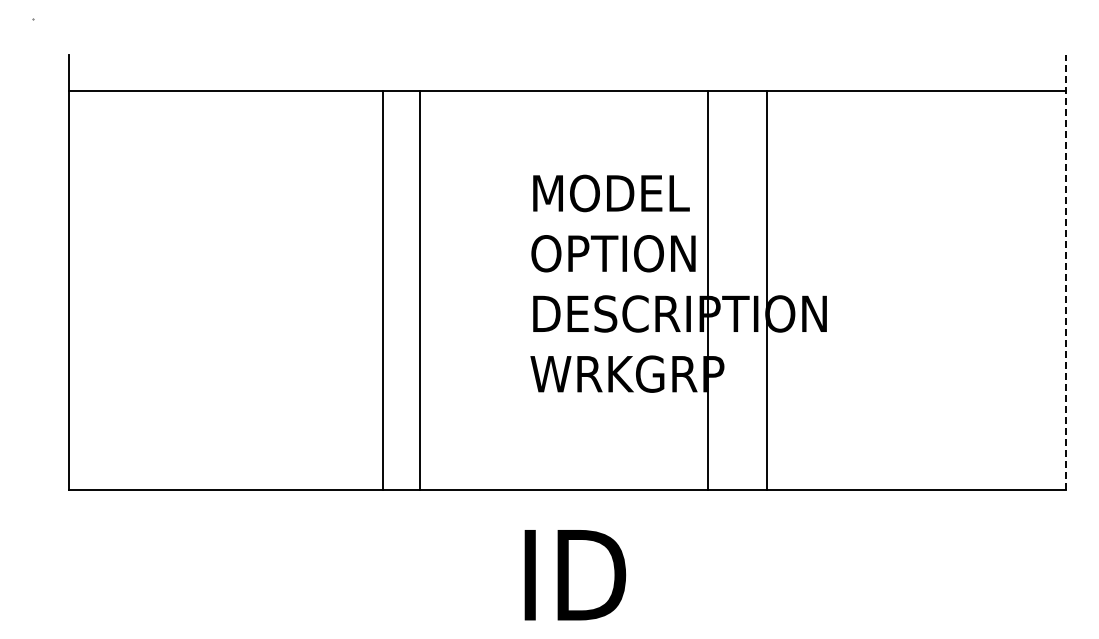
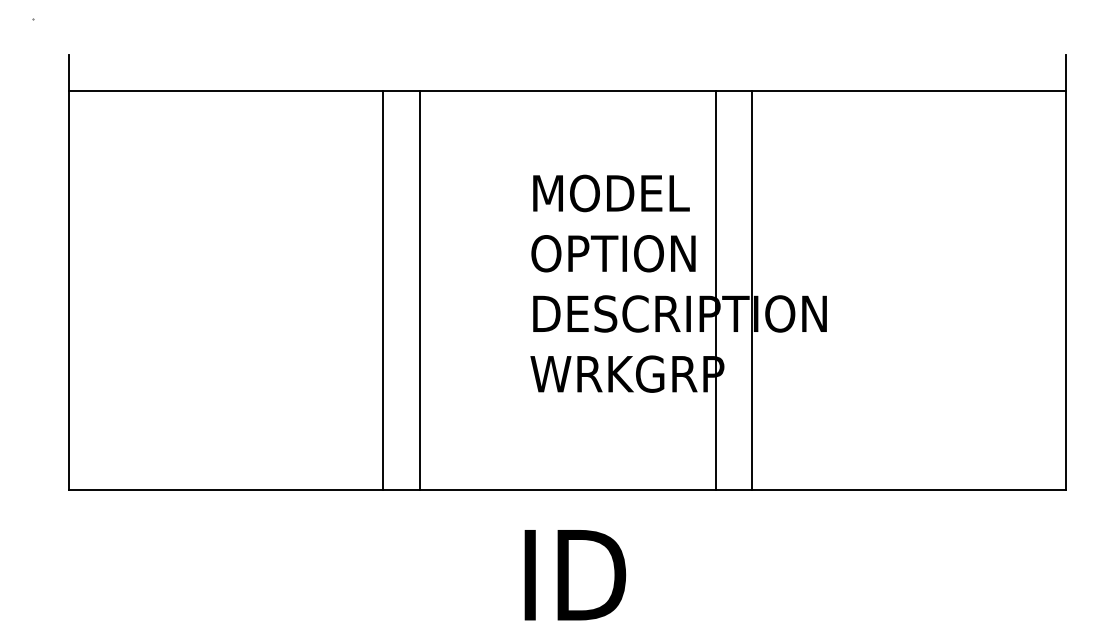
line at (1066, 271): dashed -> solid
line at (707, 290) position: (707, 290) -> (715, 290)
line at (766, 290) position: (766, 290) -> (751, 290)
